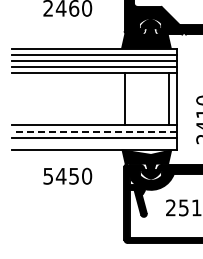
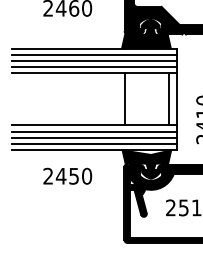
line at (93, 131): dashed -> solid
line at (94, 143): none -> present
text at (47, 175): 5450 -> 2450
